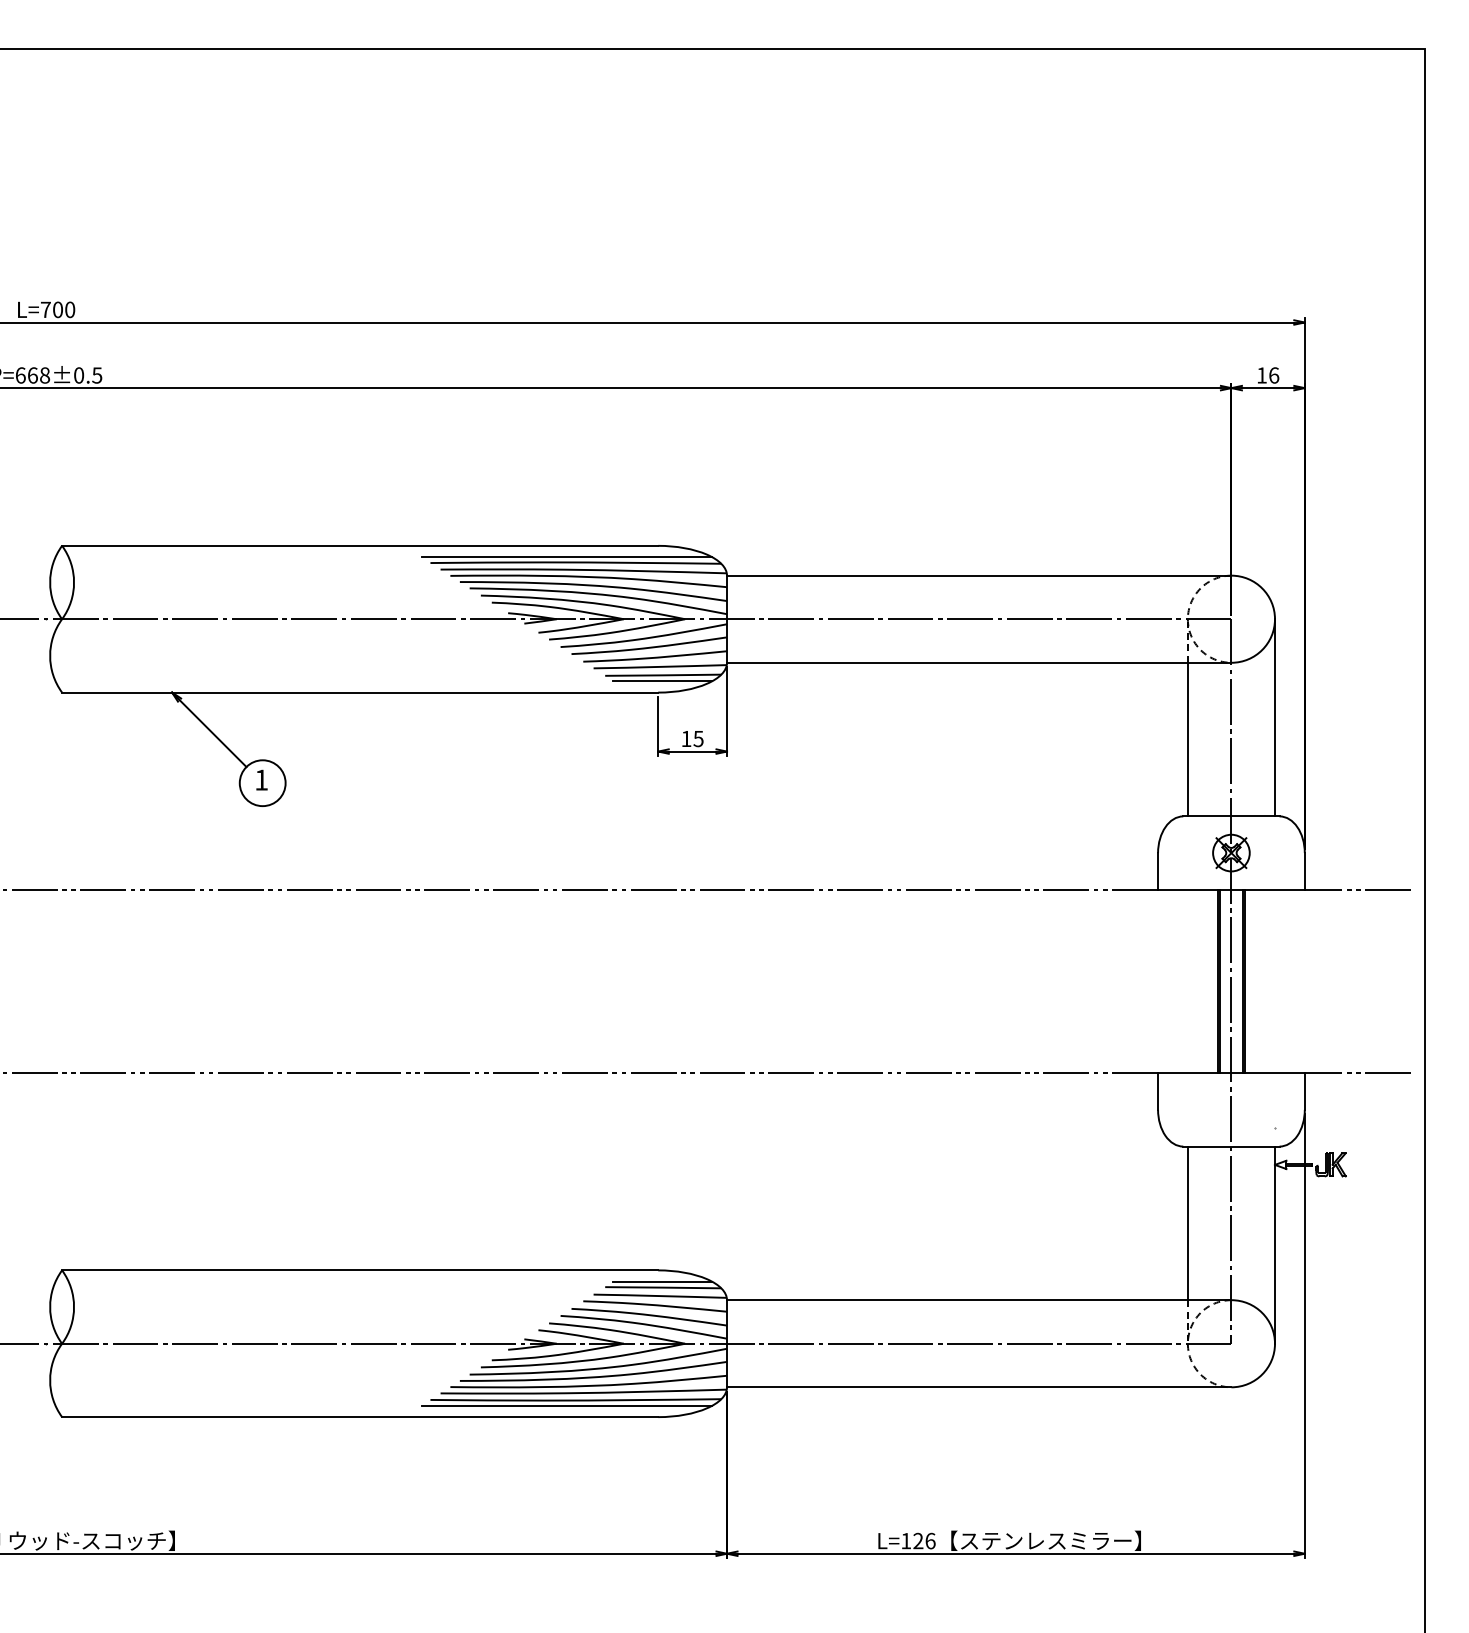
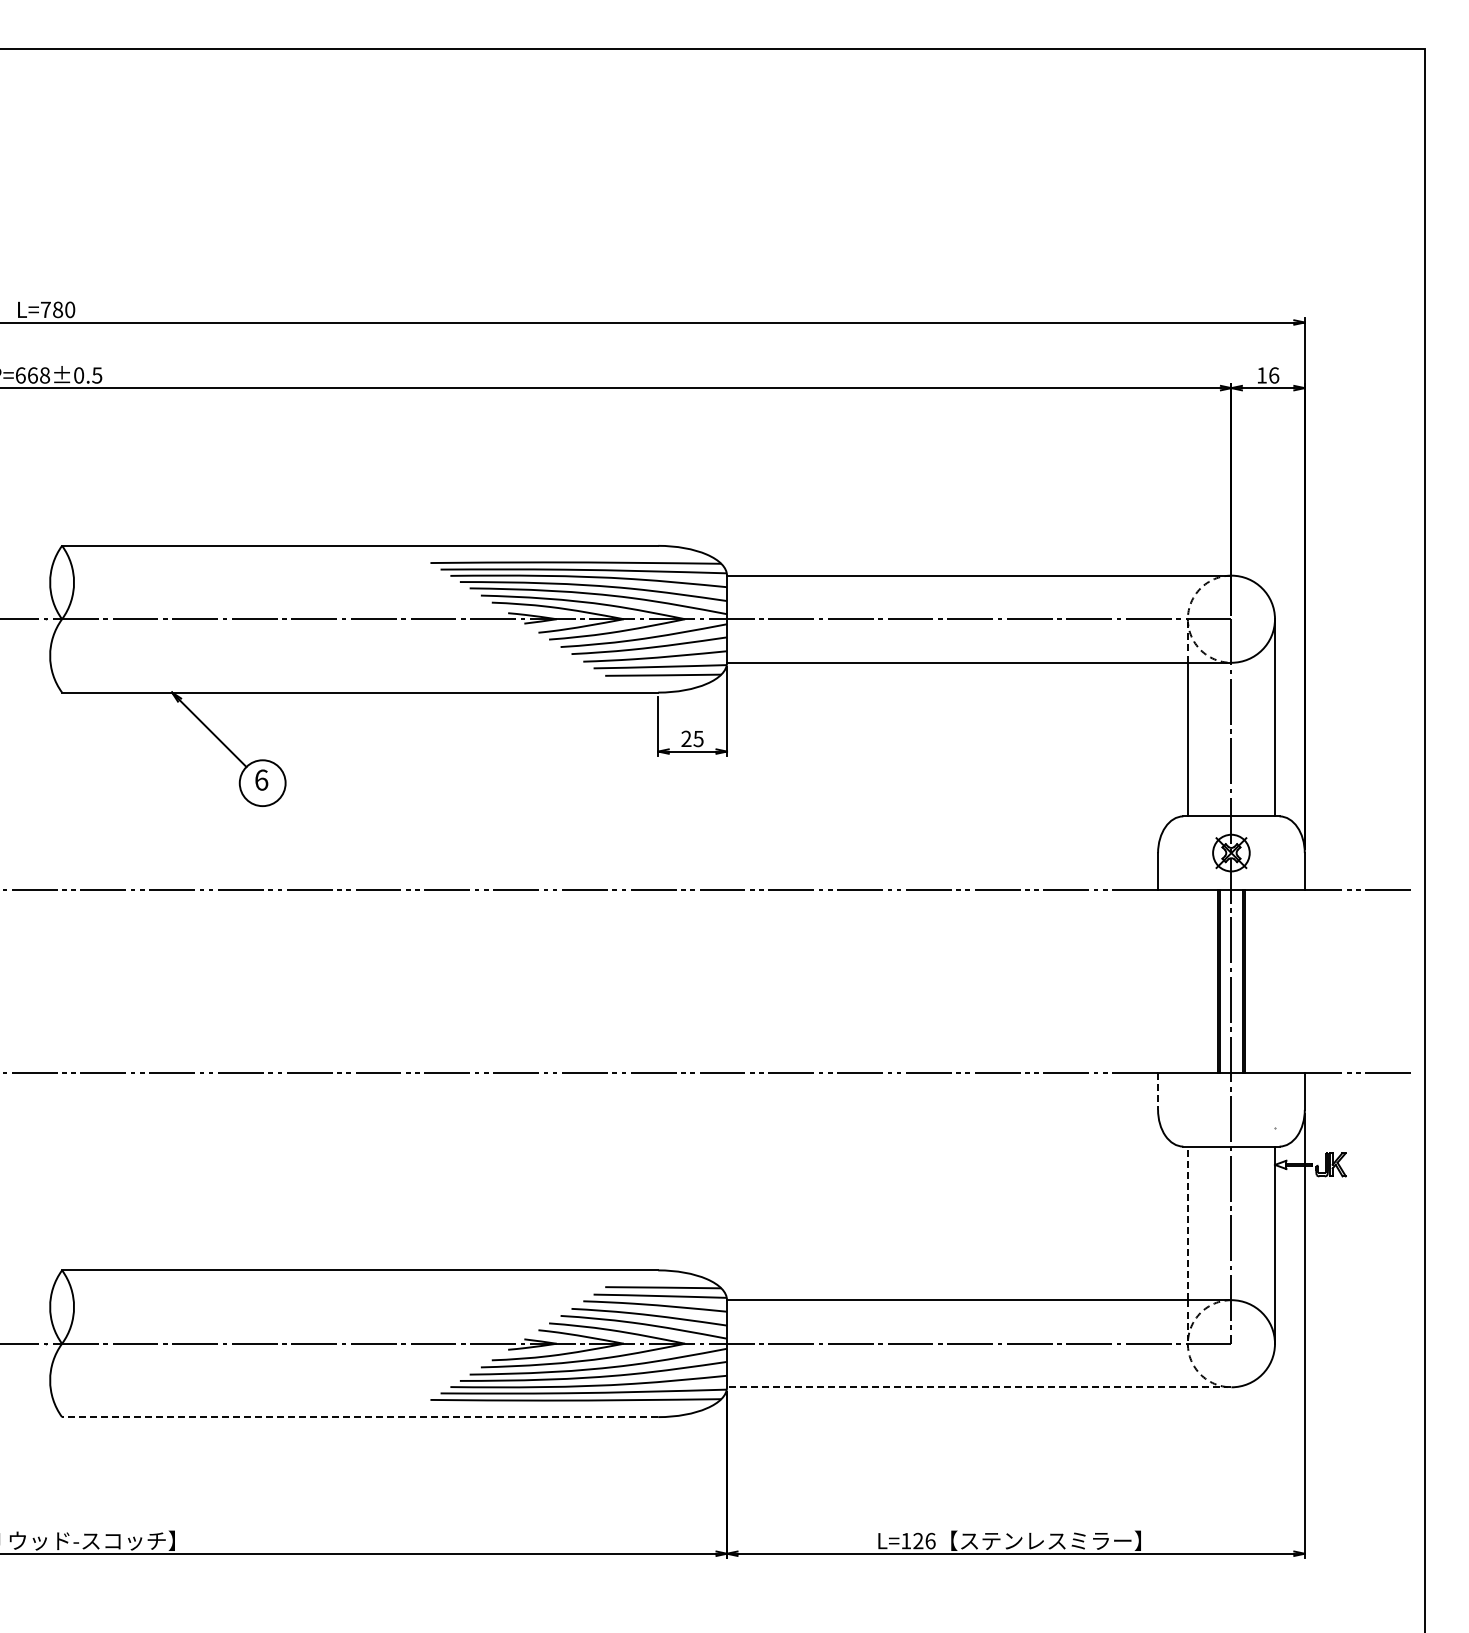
text at (58, 309): L=700 -> L=780
line at (566, 557): present -> none
line at (662, 681): present -> none
text at (686, 738): 15 -> 25
text at (261, 779): 1 -> 6
line at (1158, 1092): solid -> dashed
line at (1187, 1223): solid -> dashed
line at (662, 1281): present -> none
line at (978, 1387): solid -> dashed
line at (566, 1405): present -> none
line at (359, 1417): solid -> dashed
